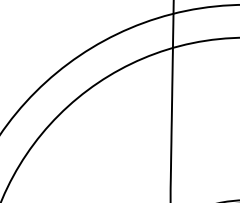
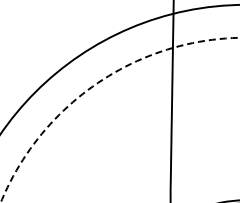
circle at (120, 119): solid -> dashed
